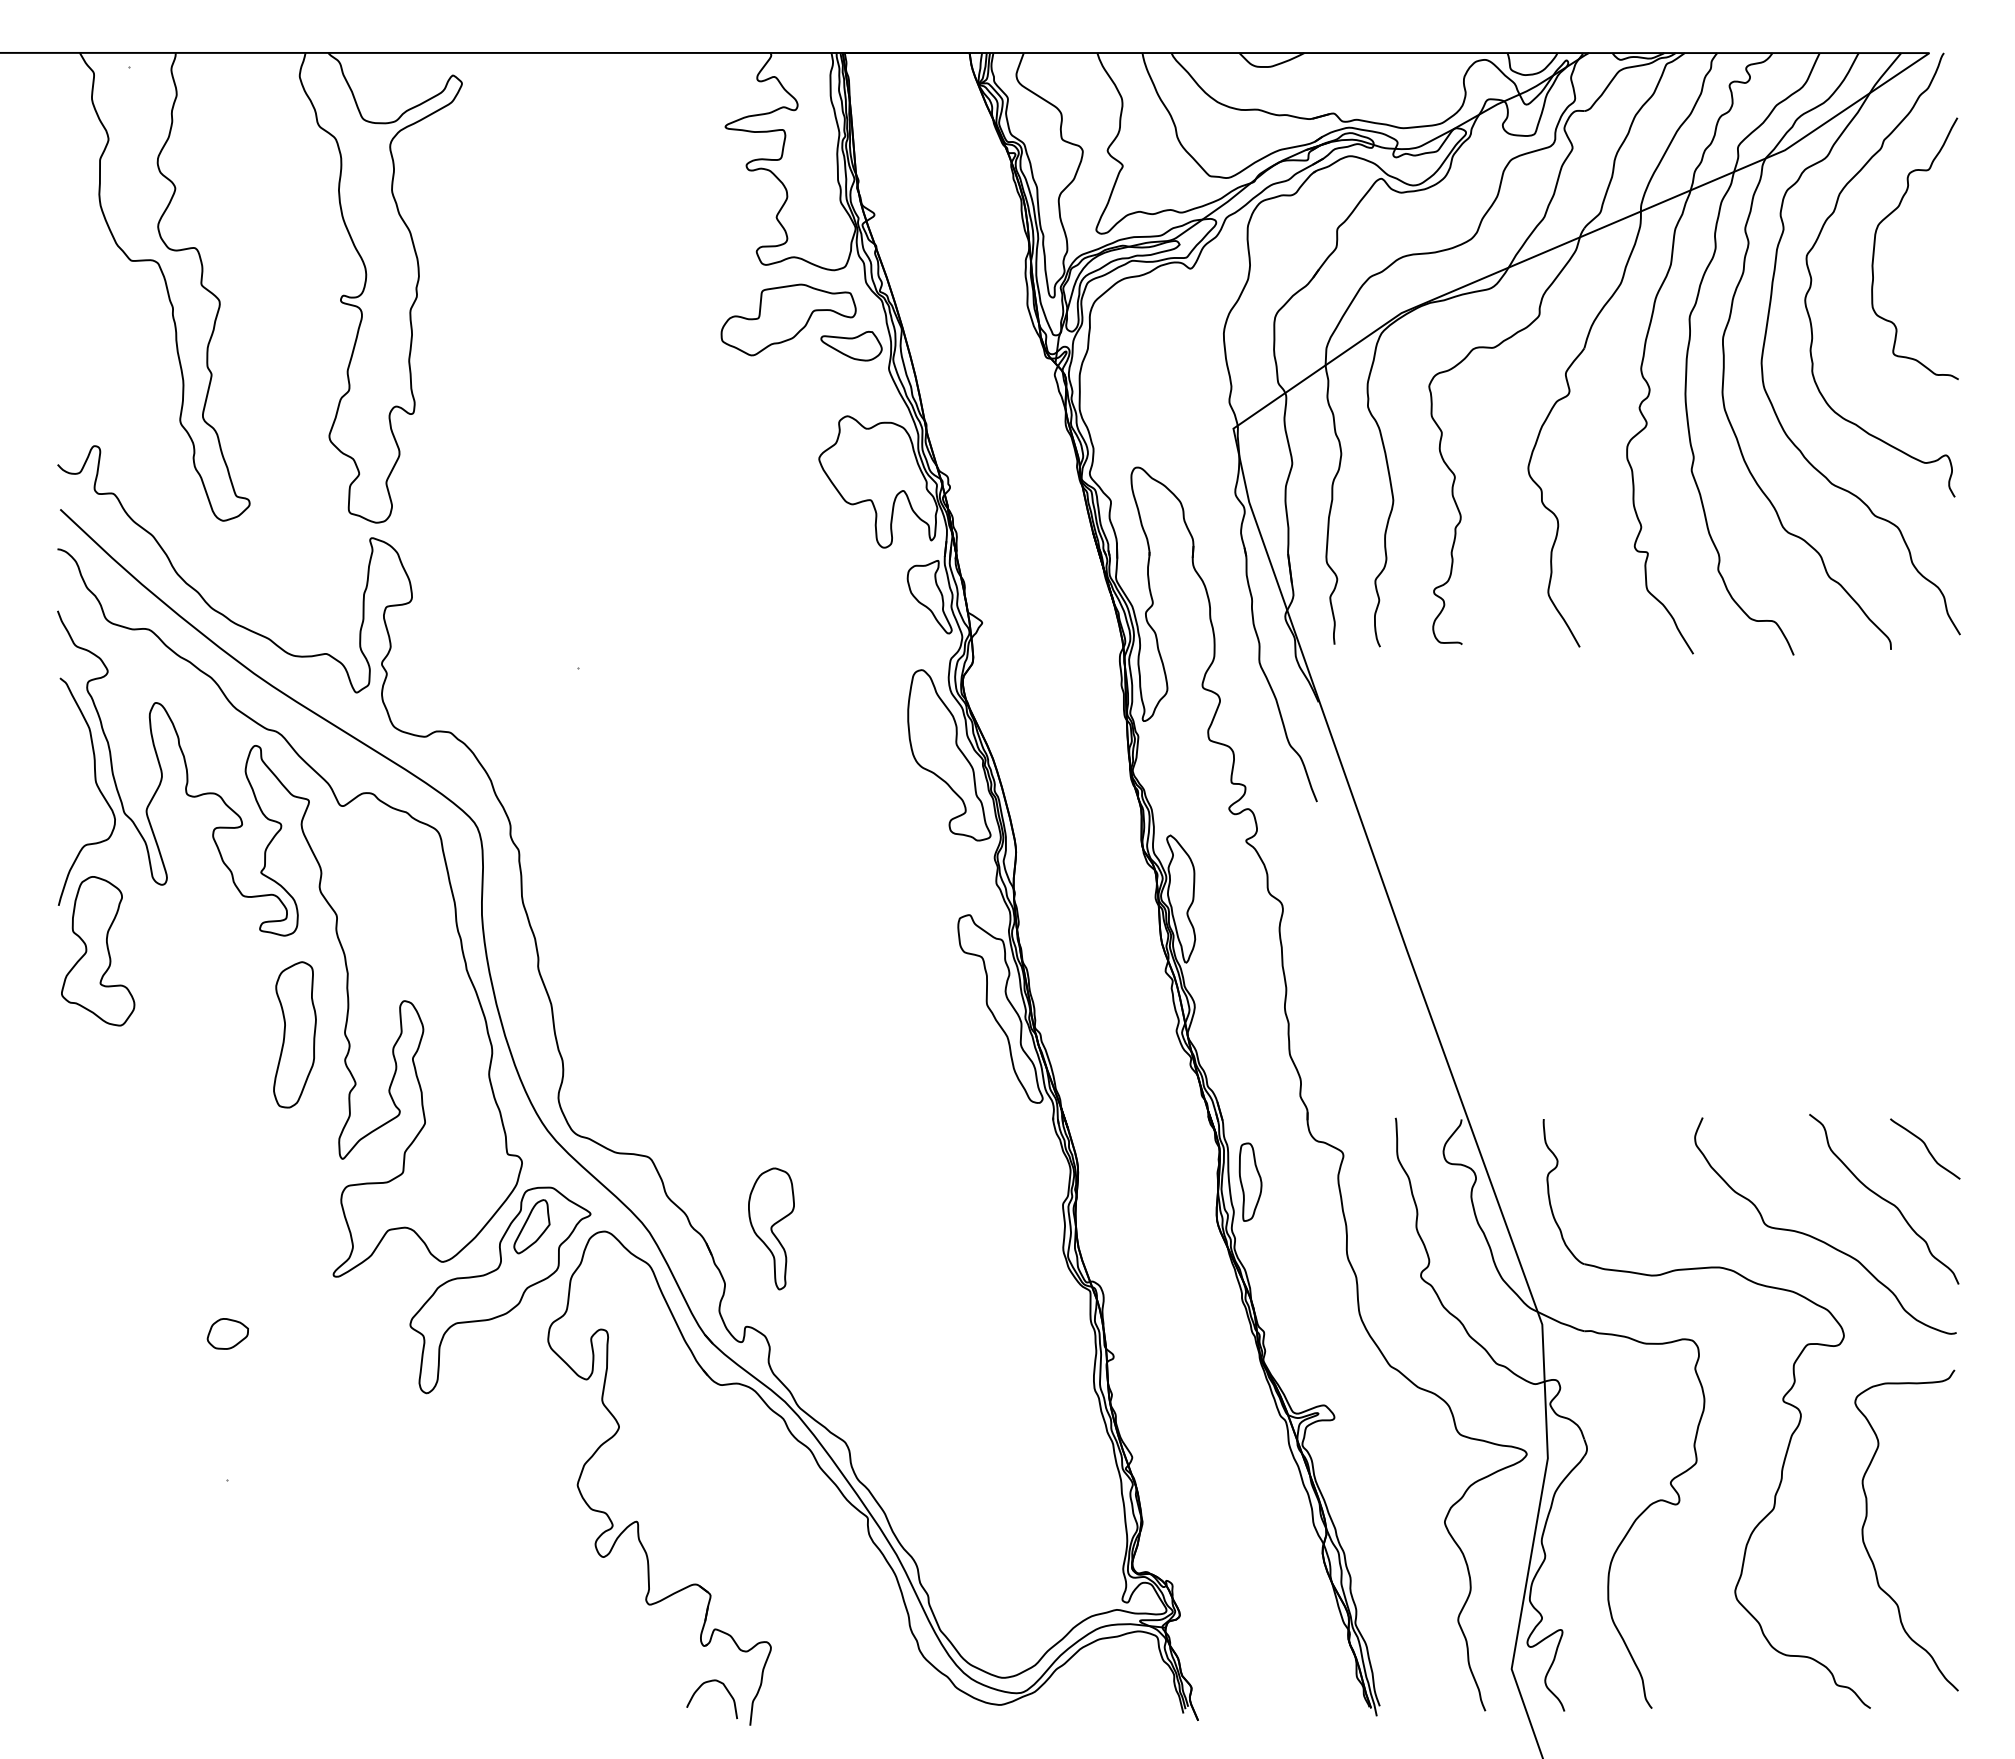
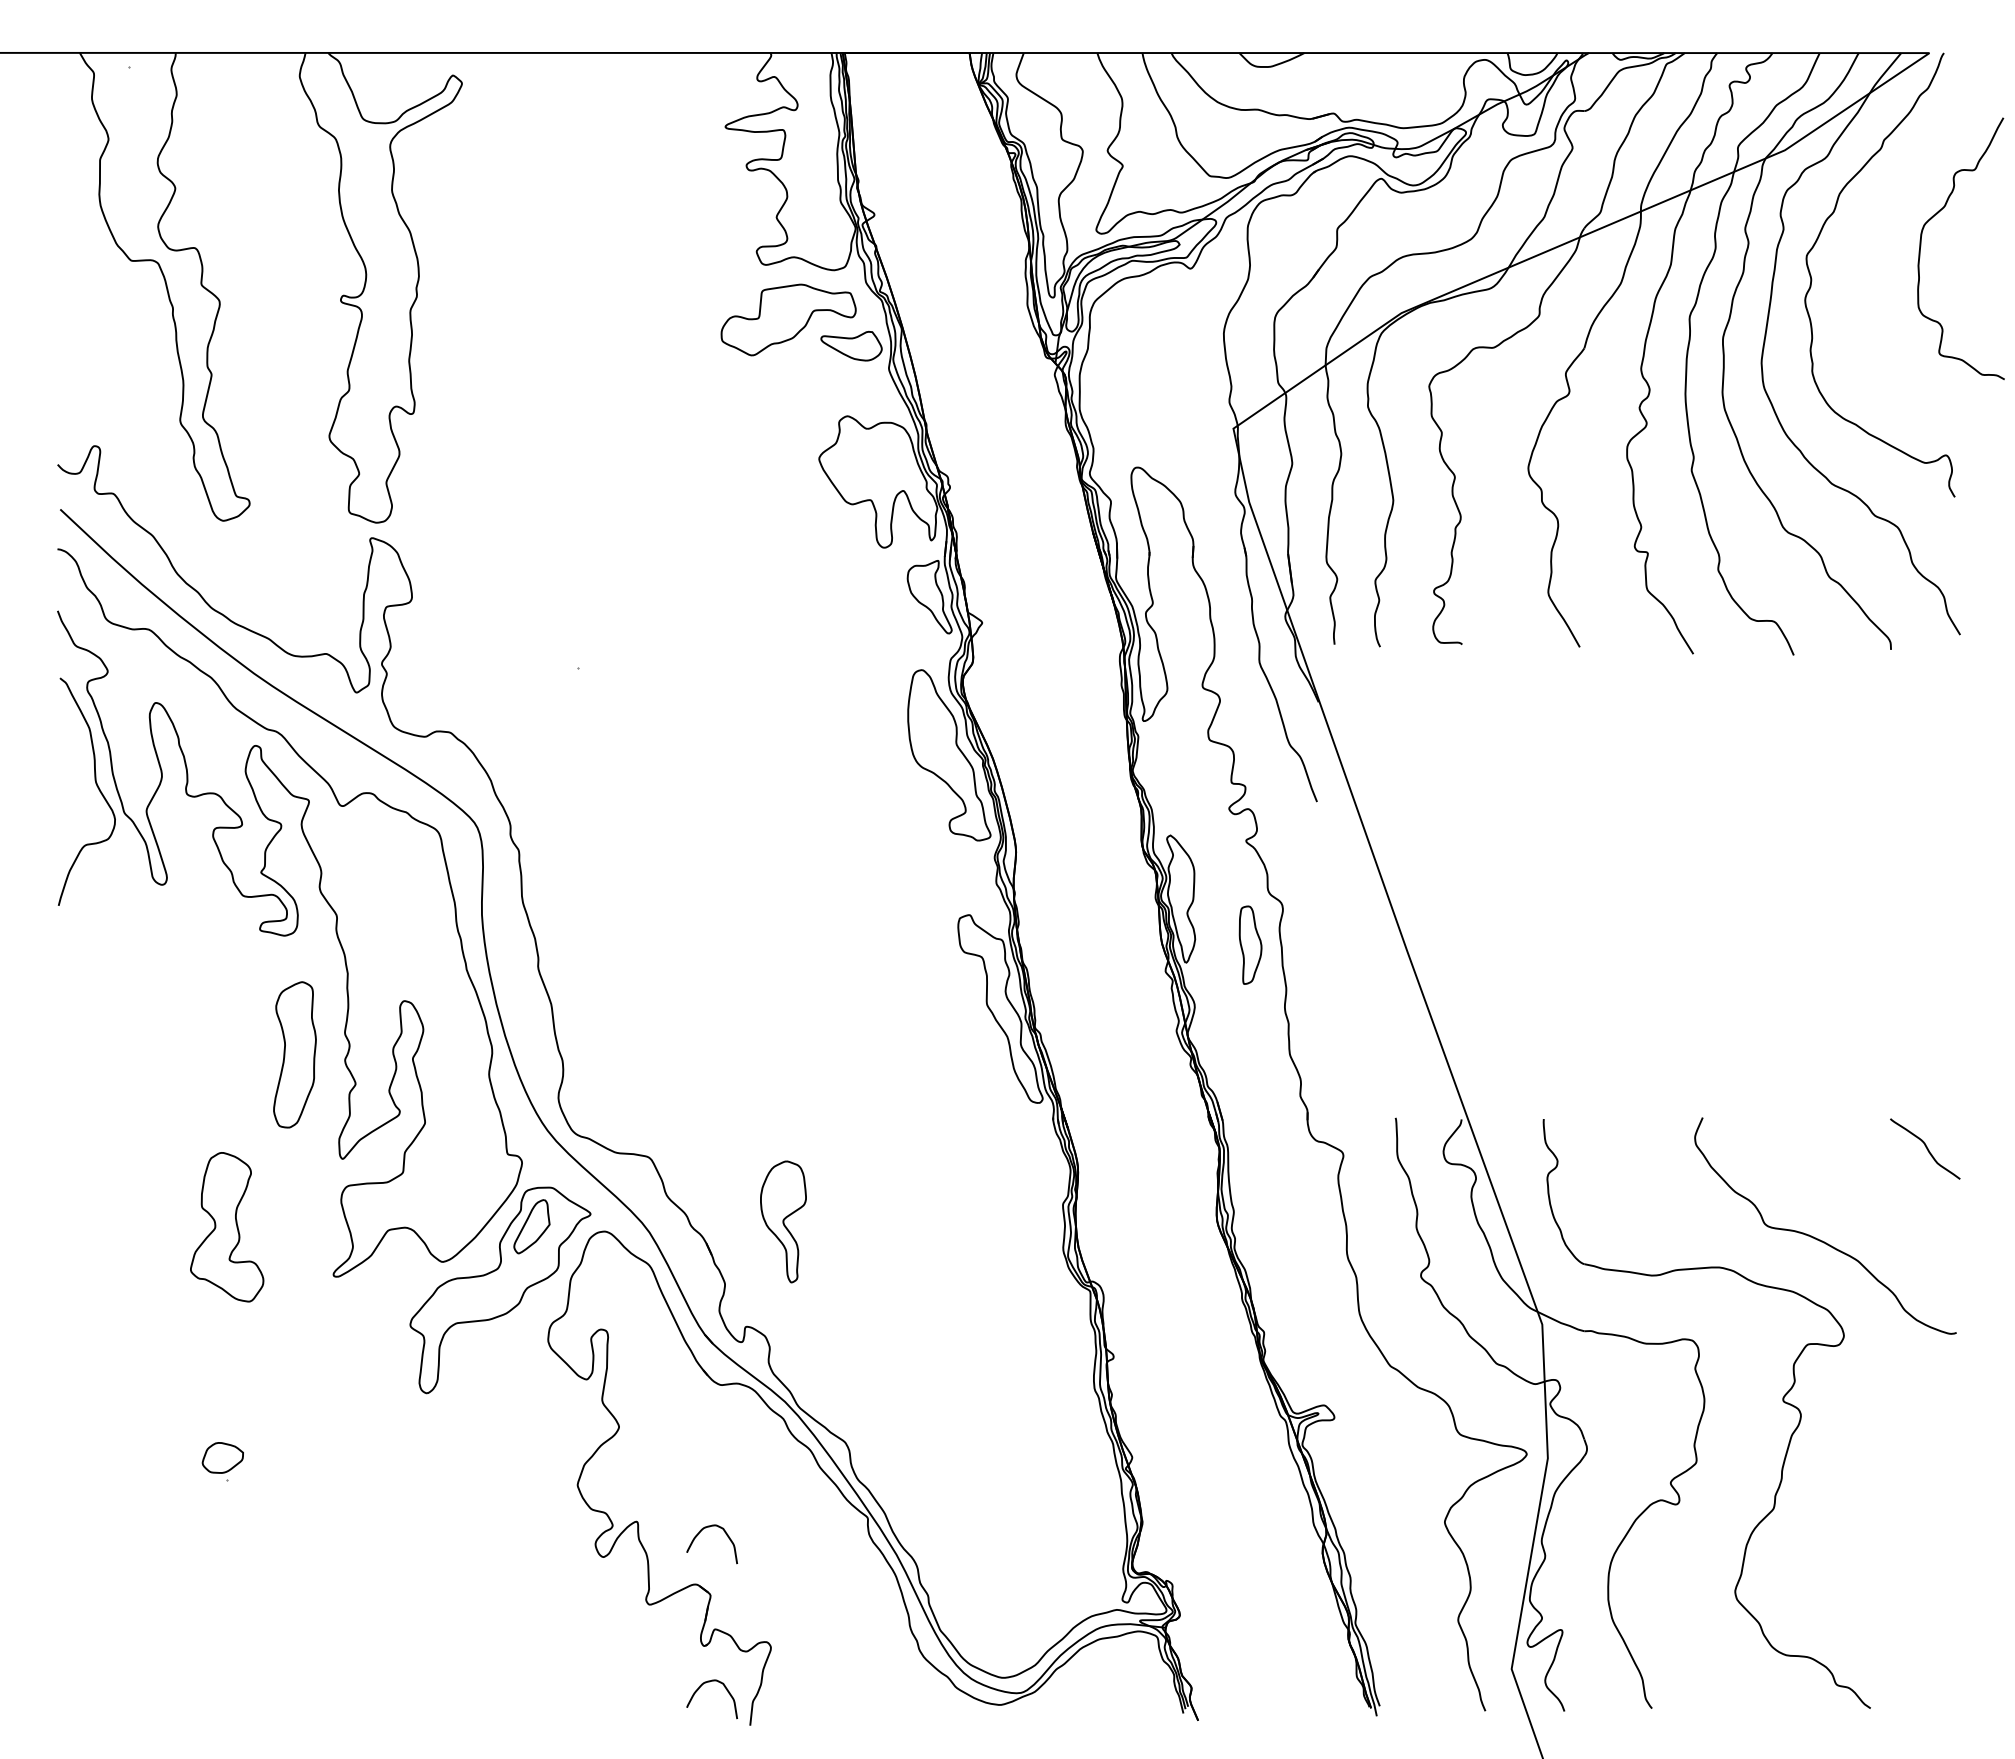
curve at (1875, 246) position: (1875, 246) -> (1921, 246)
part at (98, 951) position: (98, 951) -> (227, 1227)
part at (294, 1034) position: (294, 1034) -> (294, 1054)
part at (1250, 1181) position: (1250, 1181) -> (1250, 944)
curve at (1884, 1199): present -> none
part at (771, 1228) position: (771, 1228) -> (783, 1221)
part at (227, 1333) position: (227, 1333) -> (222, 1457)
curve at (1867, 1517): present -> none
curve at (698, 1535): none -> present
